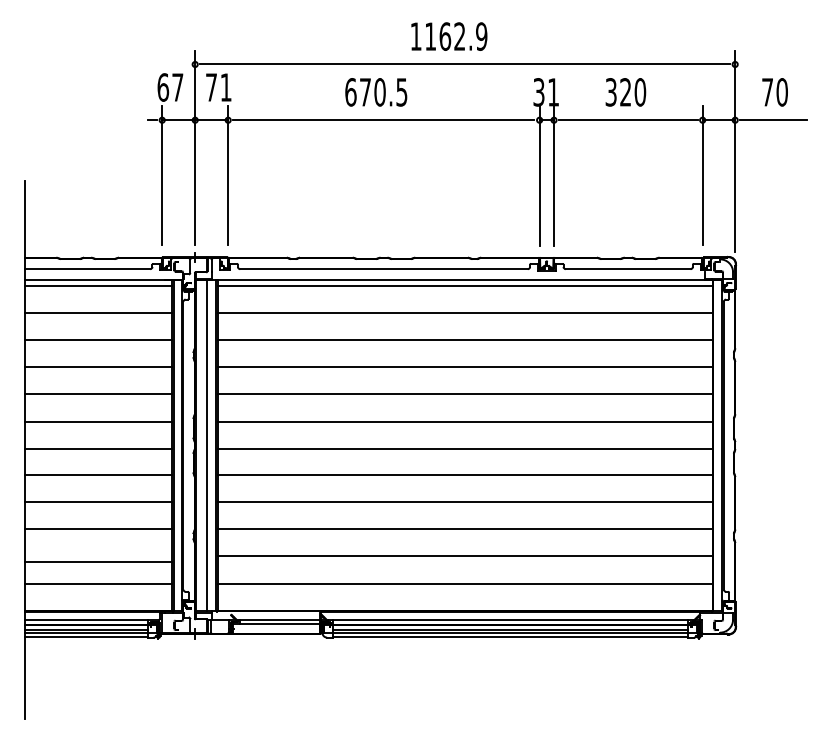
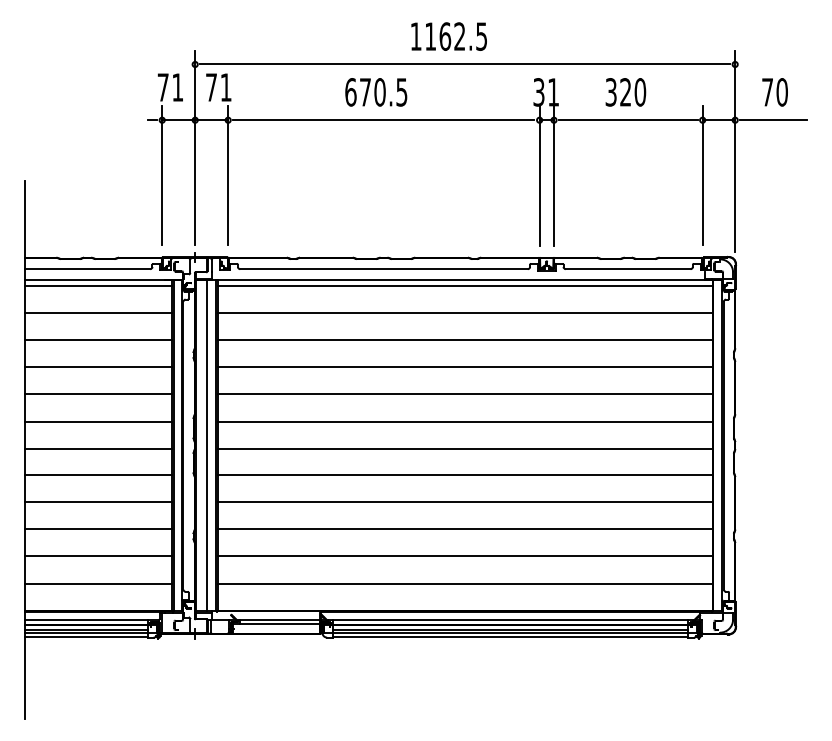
text at (481, 36): 1162.9 -> 1162.5
text at (170, 87): 67 -> 71
line at (98, 562) position: (98, 562) -> (98, 556)
